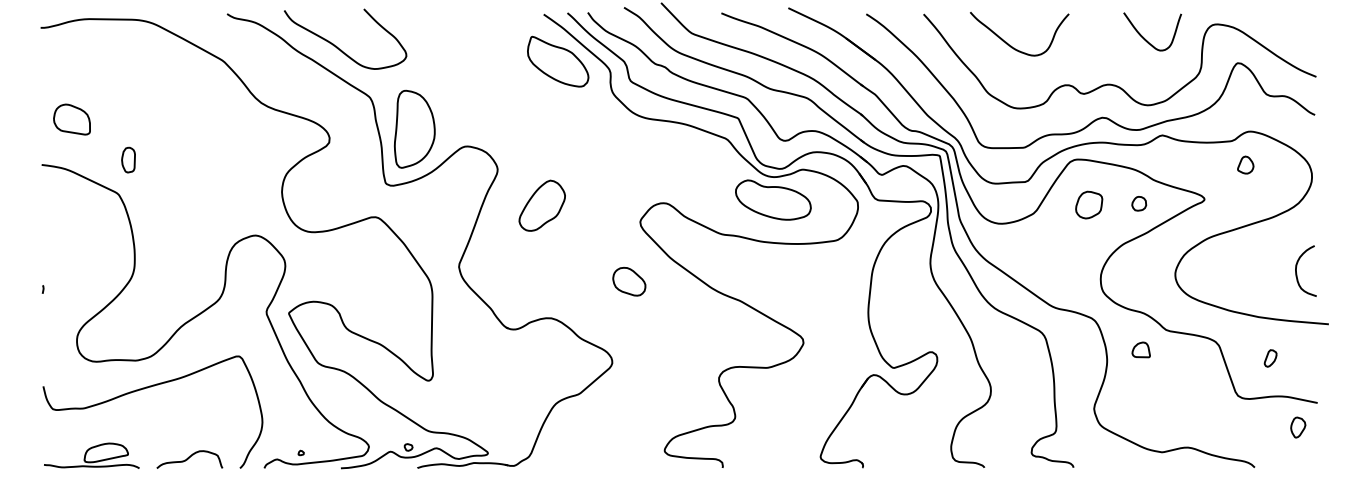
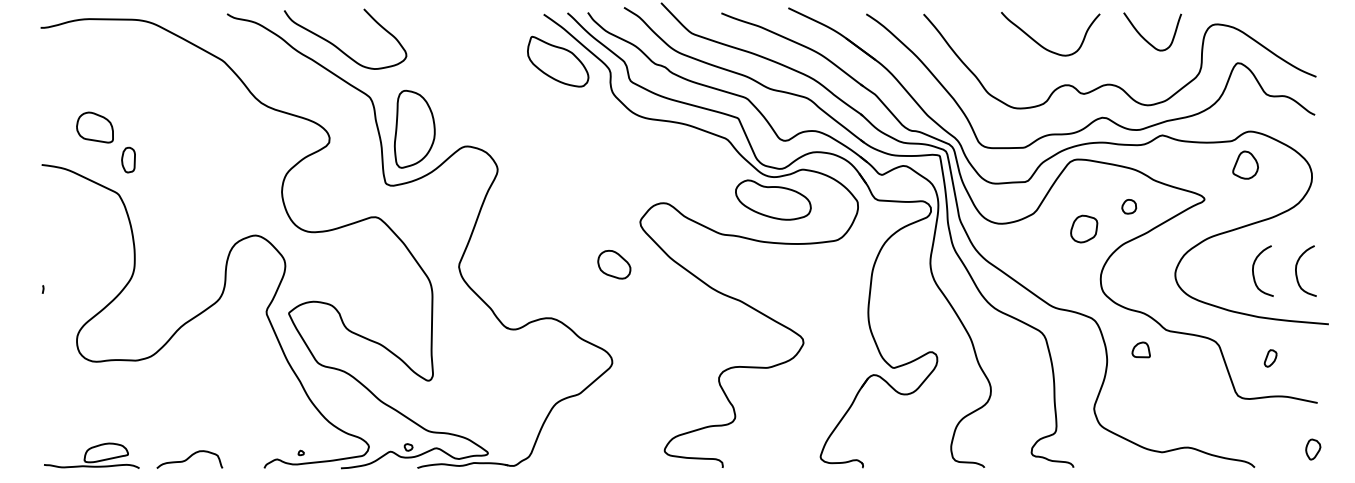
curve at (1011, 45) position: (1011, 45) -> (1042, 45)
part at (71, 119) position: (71, 119) -> (94, 127)
part at (1245, 164) size: 18x20 px -> 27x30 px
part at (1139, 203) position: (1139, 203) -> (1129, 206)
part at (1089, 204) position: (1089, 204) -> (1084, 228)
part at (541, 205): present -> none
curve at (1254, 273): none -> present
part at (629, 281) position: (629, 281) -> (614, 264)
curve at (144, 389): present -> none
part at (1298, 427) position: (1298, 427) -> (1313, 449)
